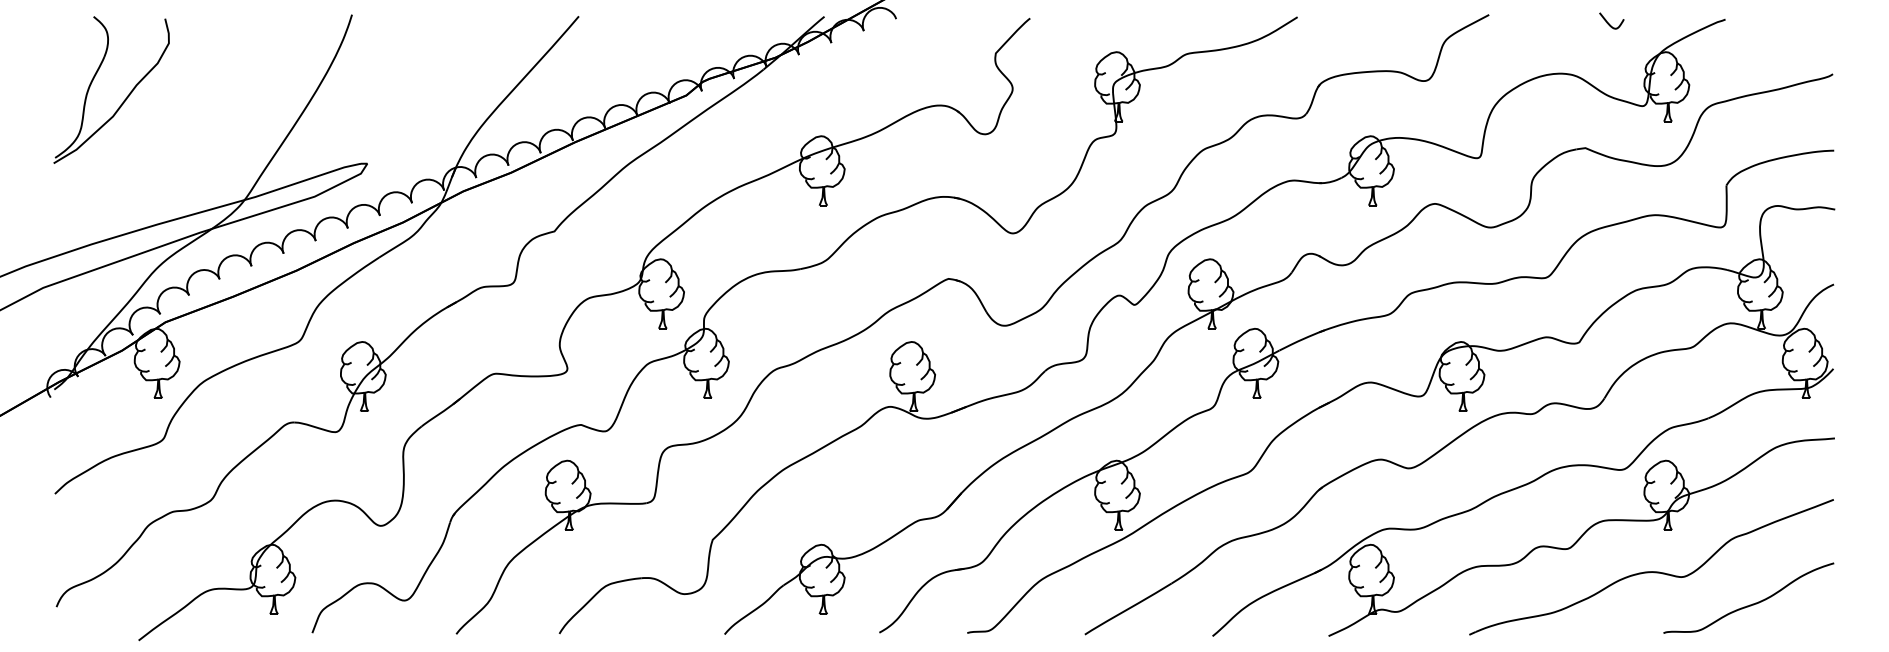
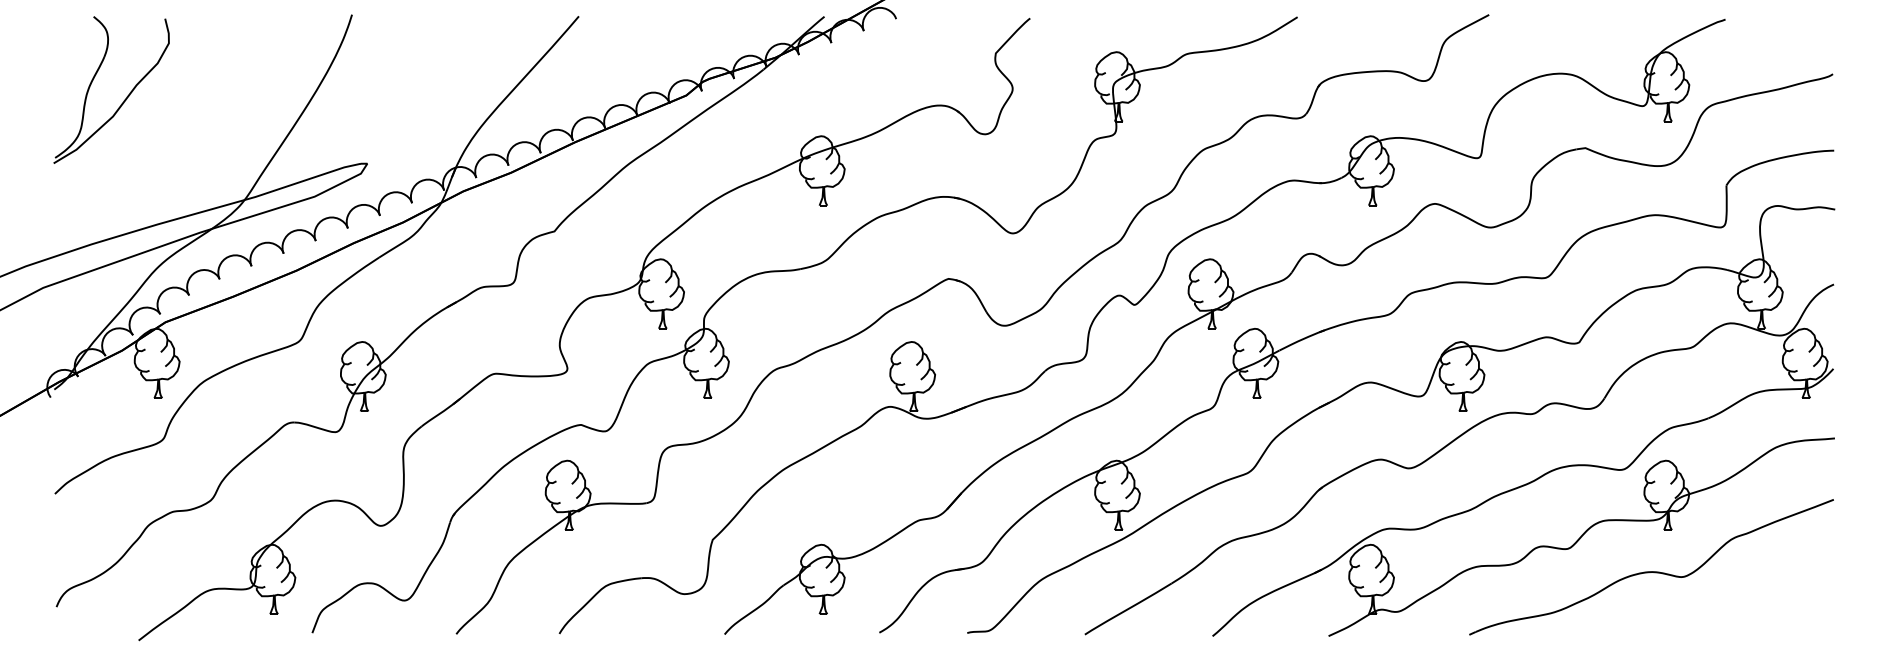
curve at (1608, 22): present -> none
curve at (1749, 604): present -> none
